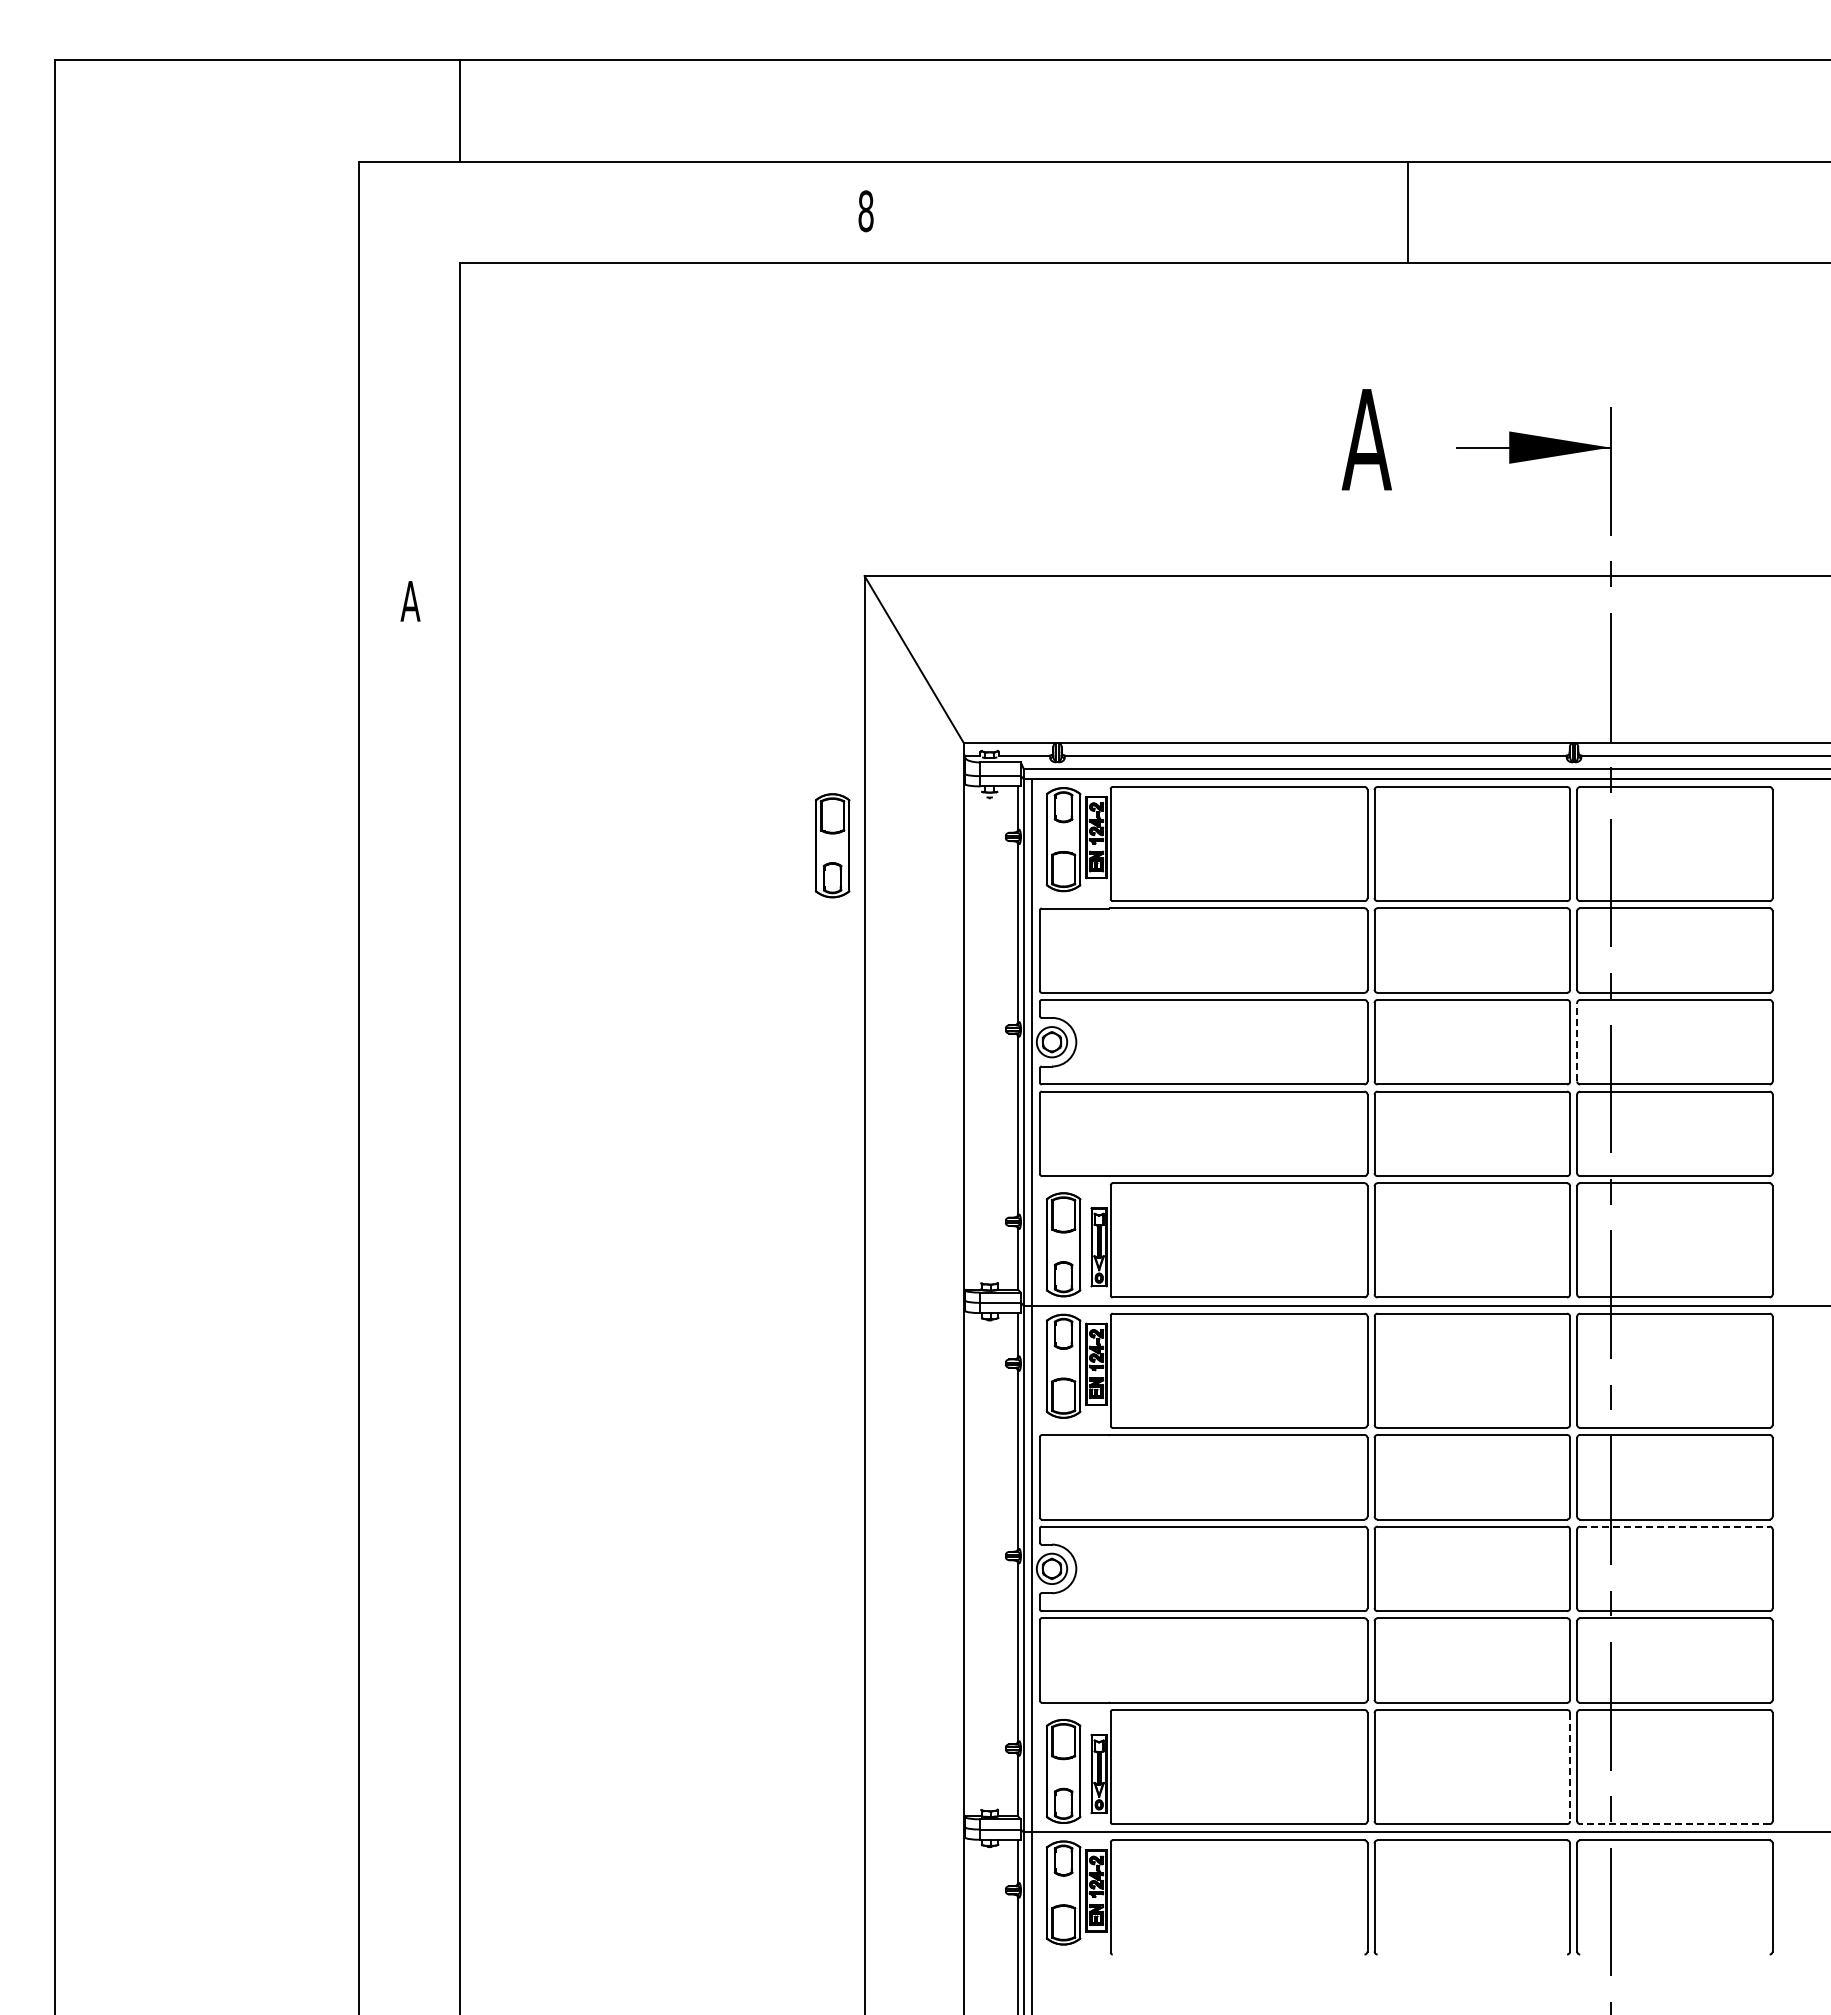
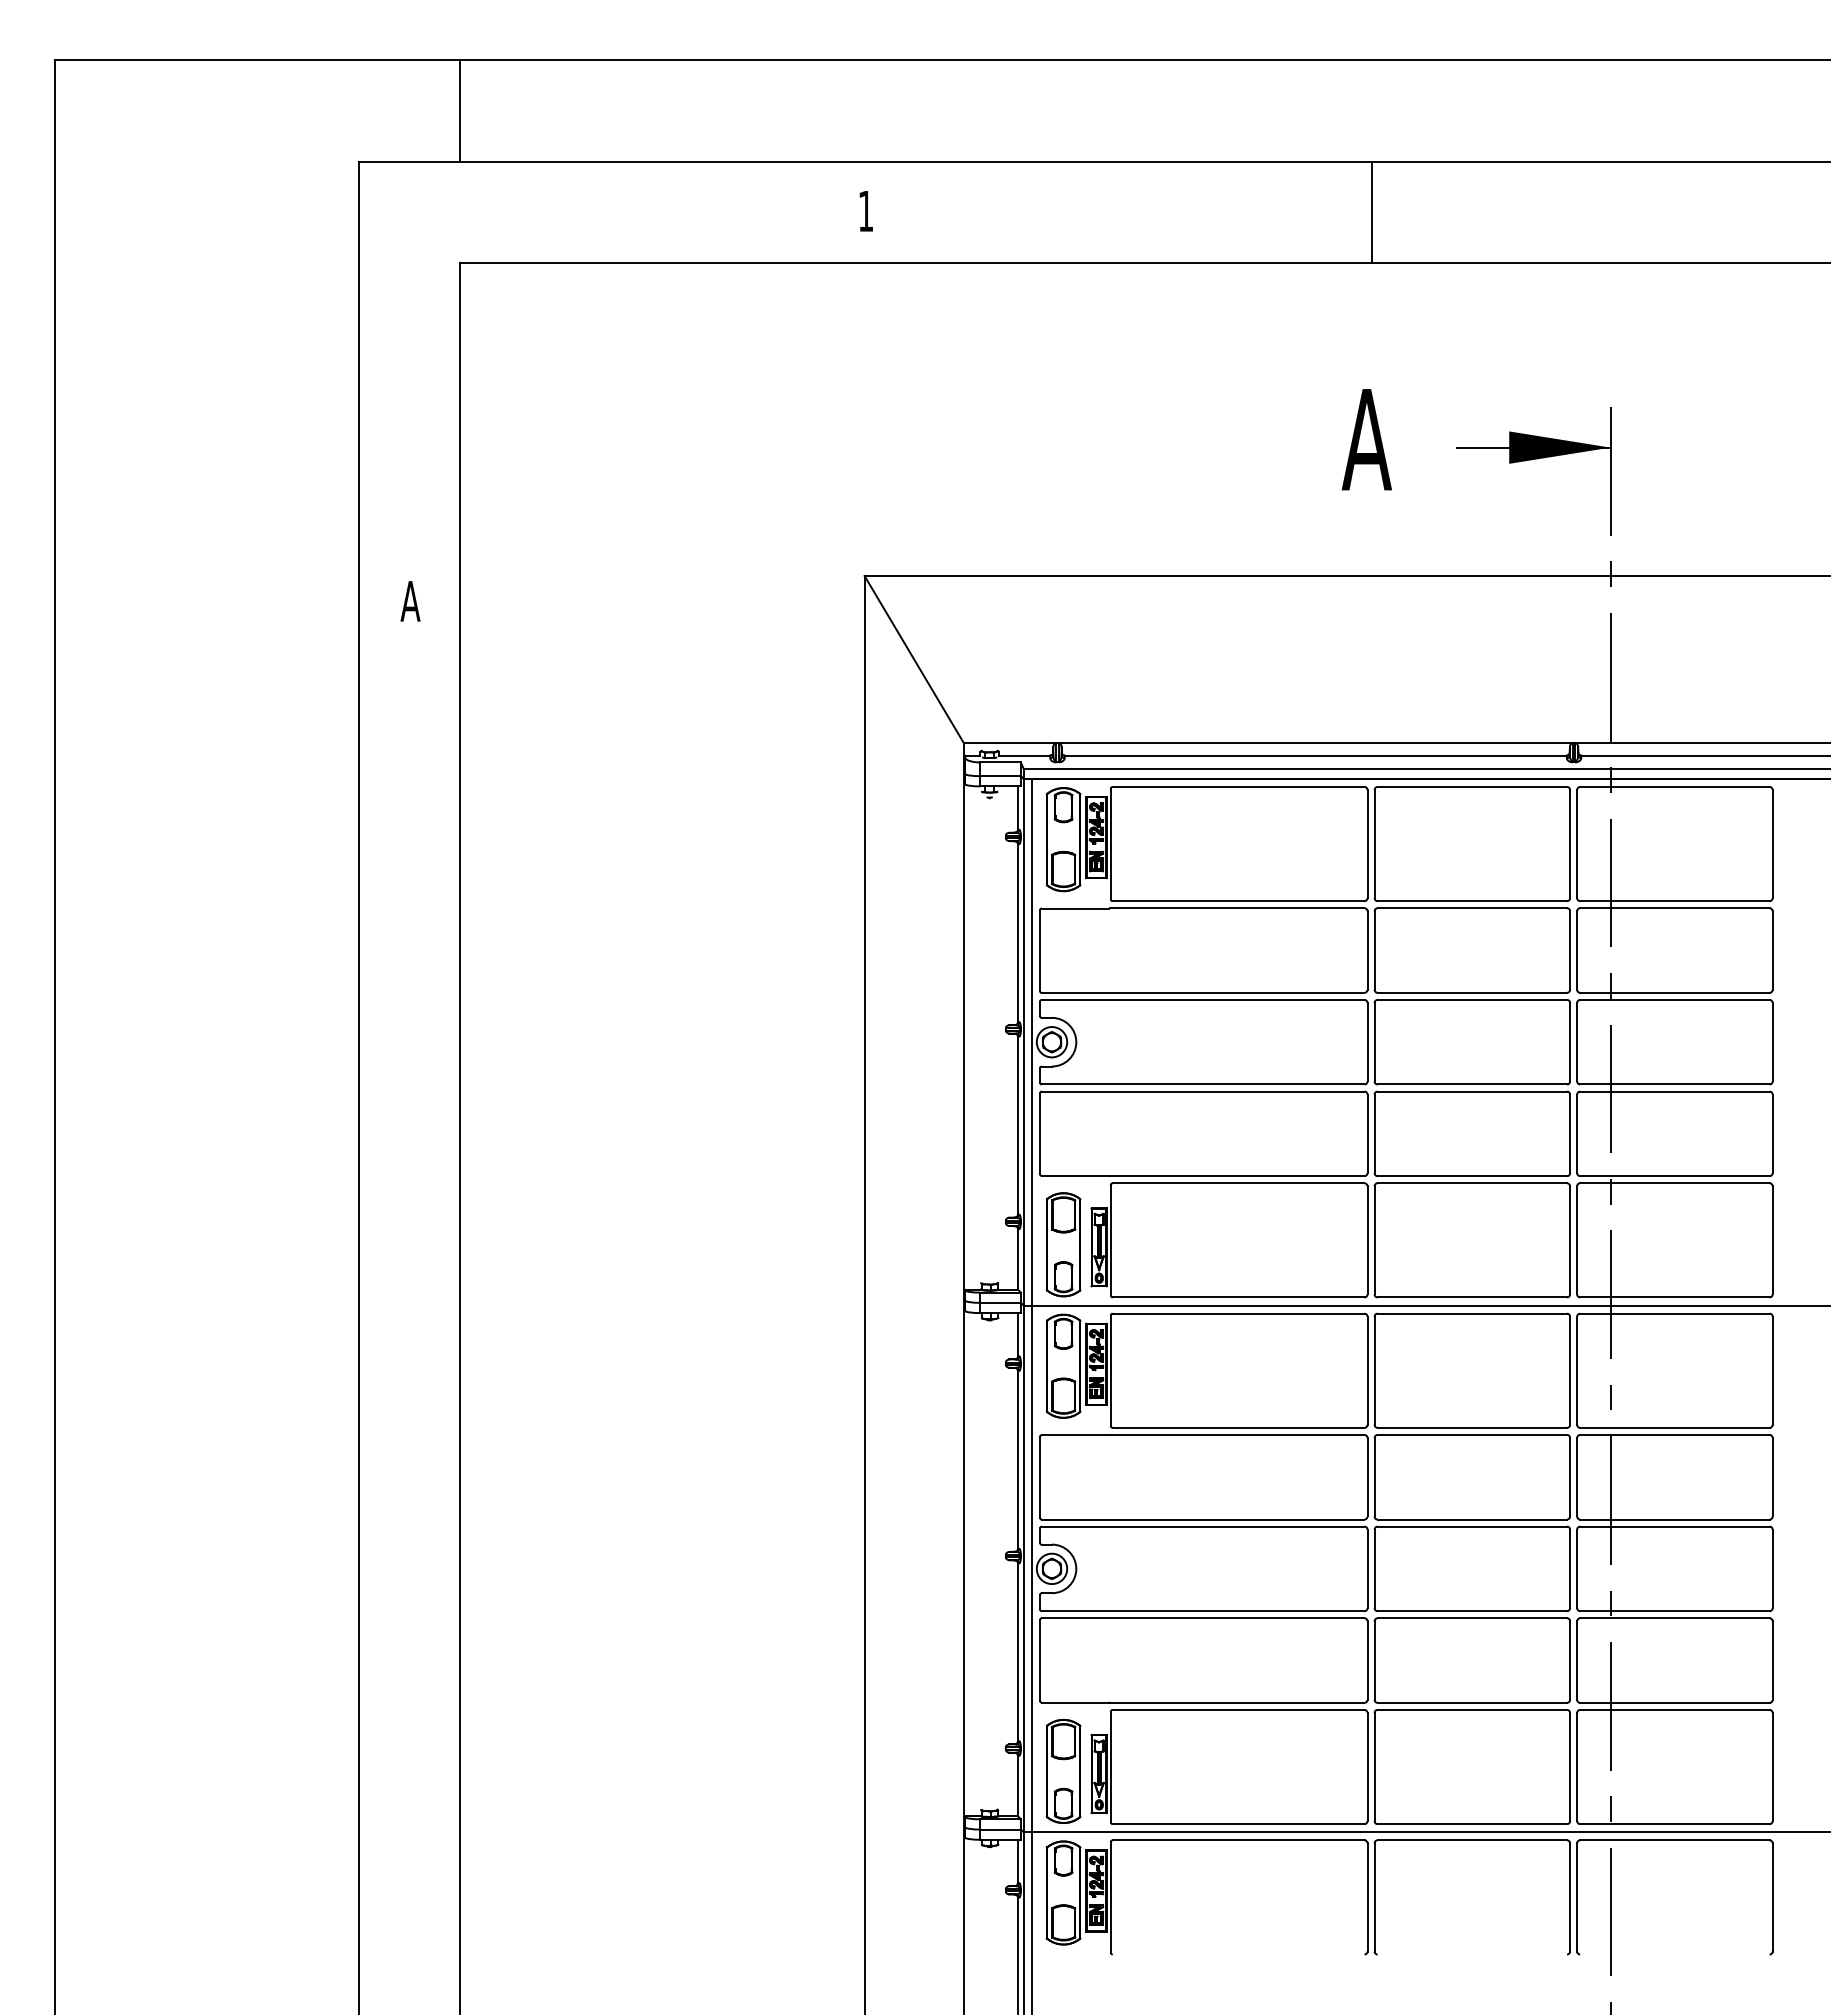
text at (865, 211): 8 -> 1
line at (1407, 212) position: (1407, 212) -> (1371, 212)
part at (832, 845): present -> none
line at (1577, 1041): dashed -> solid
line at (1674, 1526): dashed -> solid
line at (1570, 1767): dashed -> solid
line at (1674, 1824): dashed -> solid
